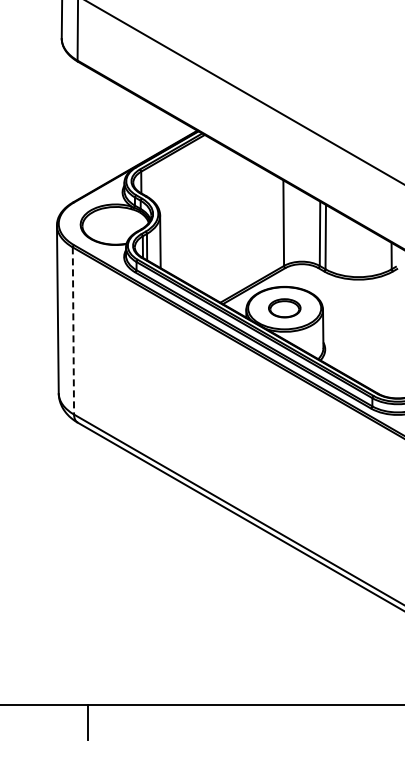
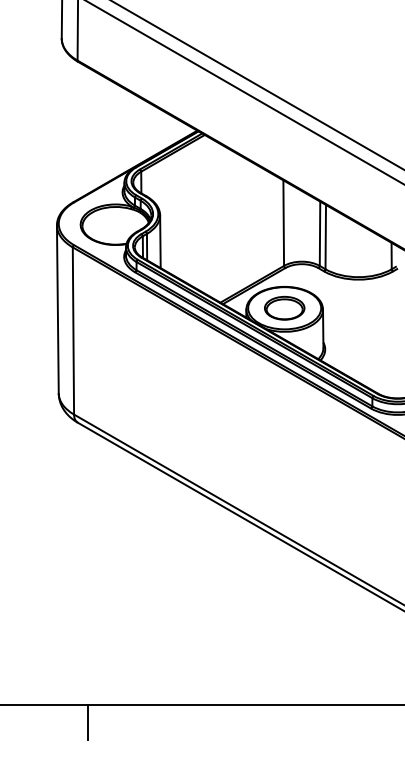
line at (257, 85): none -> present
part at (284, 308) size: 34x21 px -> 42x25 px
line at (73, 330): dashed -> solid
